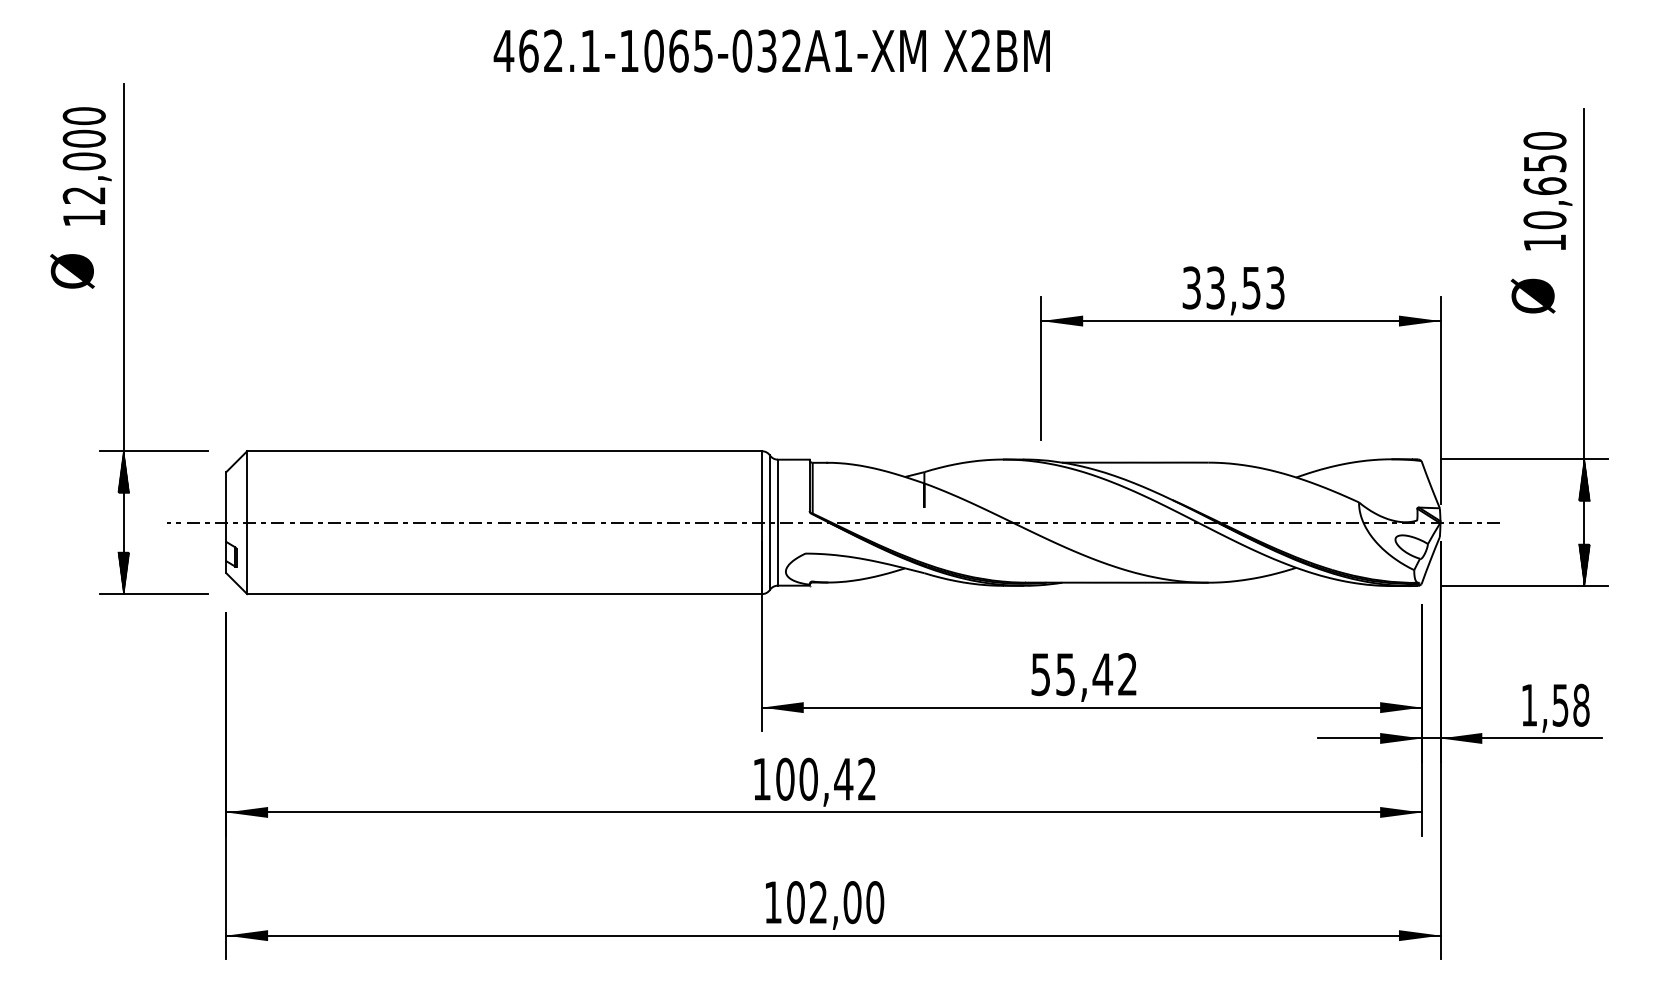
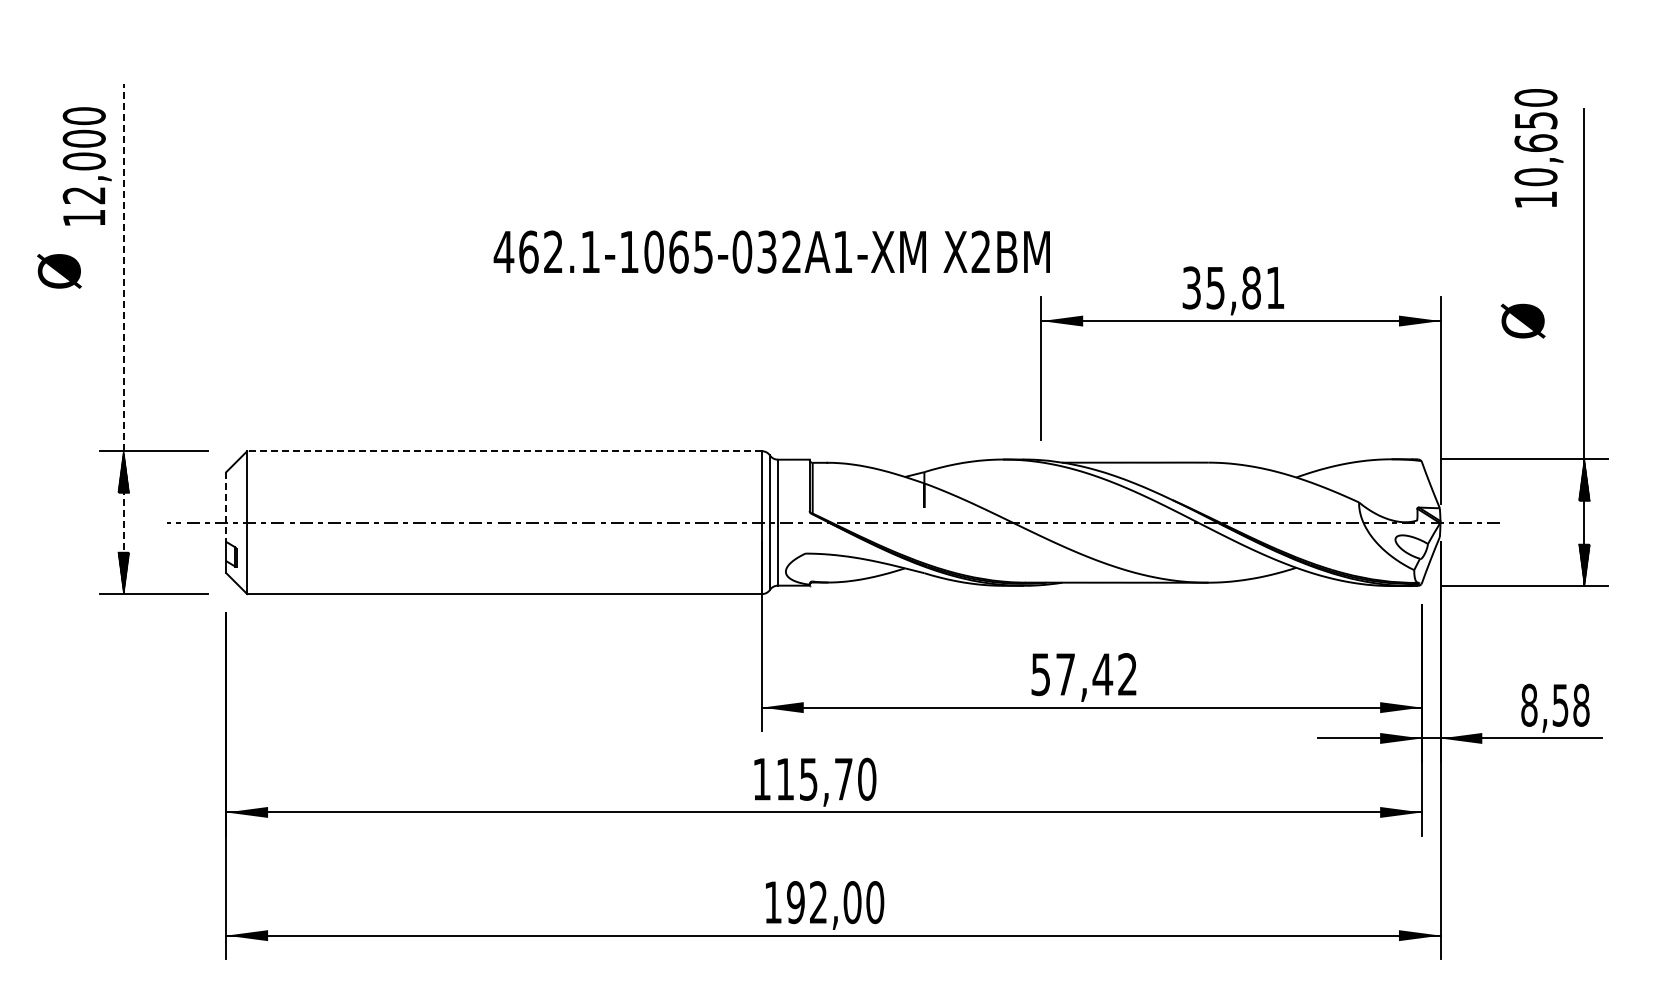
text at (771, 50) position: (771, 50) -> (771, 251)
text at (1547, 191) position: (1547, 191) -> (1538, 148)
text at (72, 271) position: (72, 271) -> (59, 271)
text at (1245, 287): 33,53 -> 35,81
text at (1532, 295) position: (1532, 295) -> (1522, 320)
line at (123, 338): solid -> dashed
line at (504, 451): solid -> dashed
line at (226, 507): solid -> dashed
text at (1065, 674): 55,42 -> 57,42
text at (1529, 704): 1,58 -> 8,58
text at (826, 778): 100,42 -> 115,70
text at (795, 902): 102,00 -> 192,00
